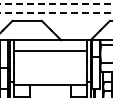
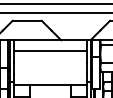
line at (56, 3): dashed -> solid
line at (56, 12): dashed -> solid
